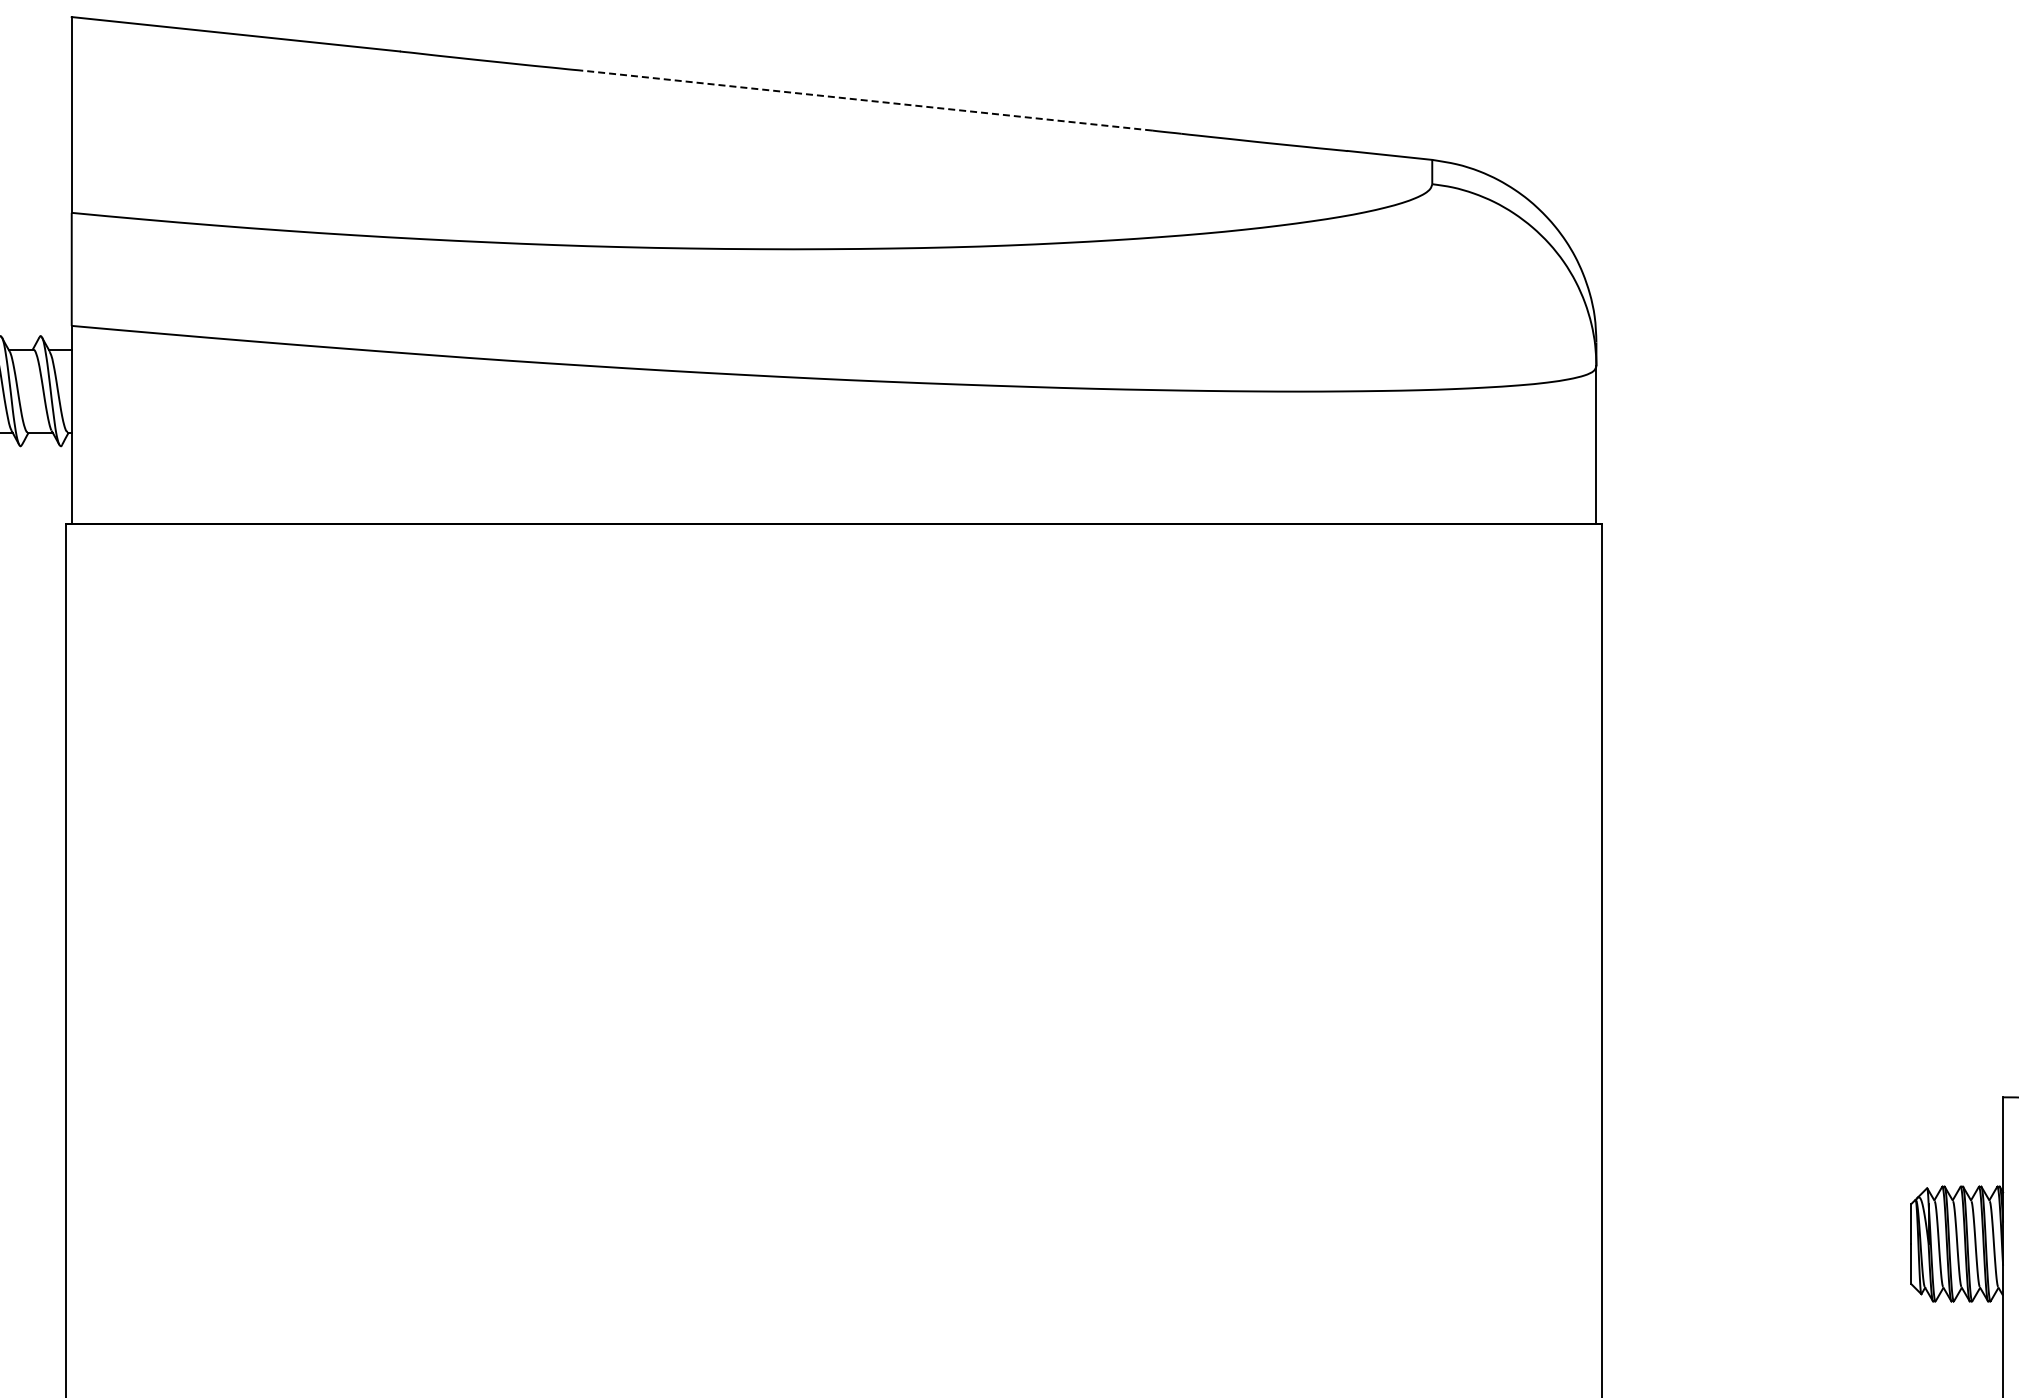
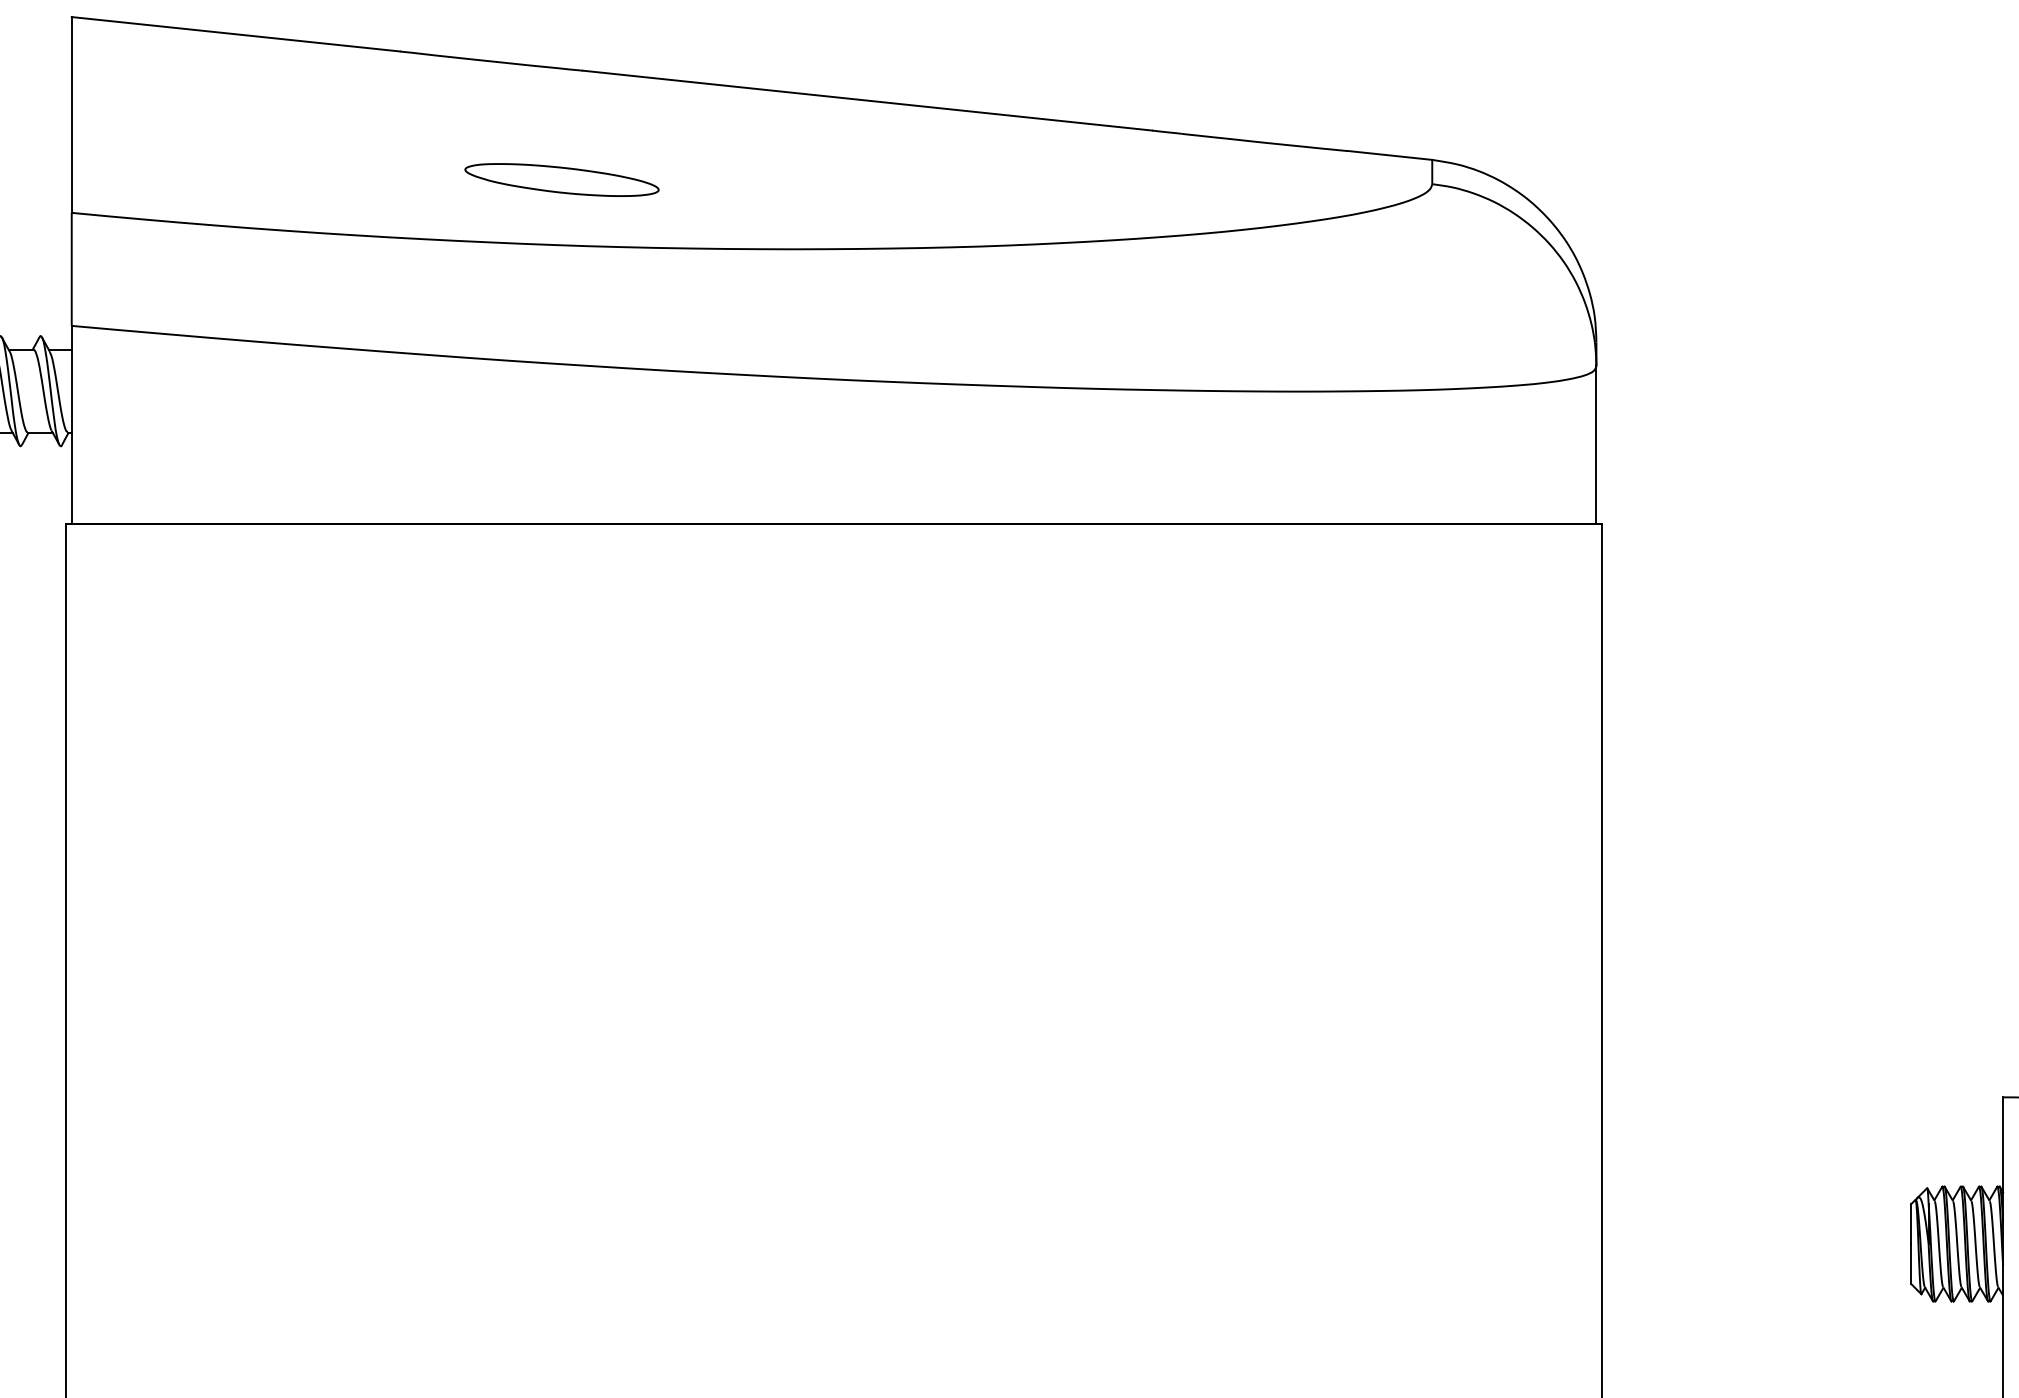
line at (867, 100): dashed -> solid
part at (561, 179): none -> present
